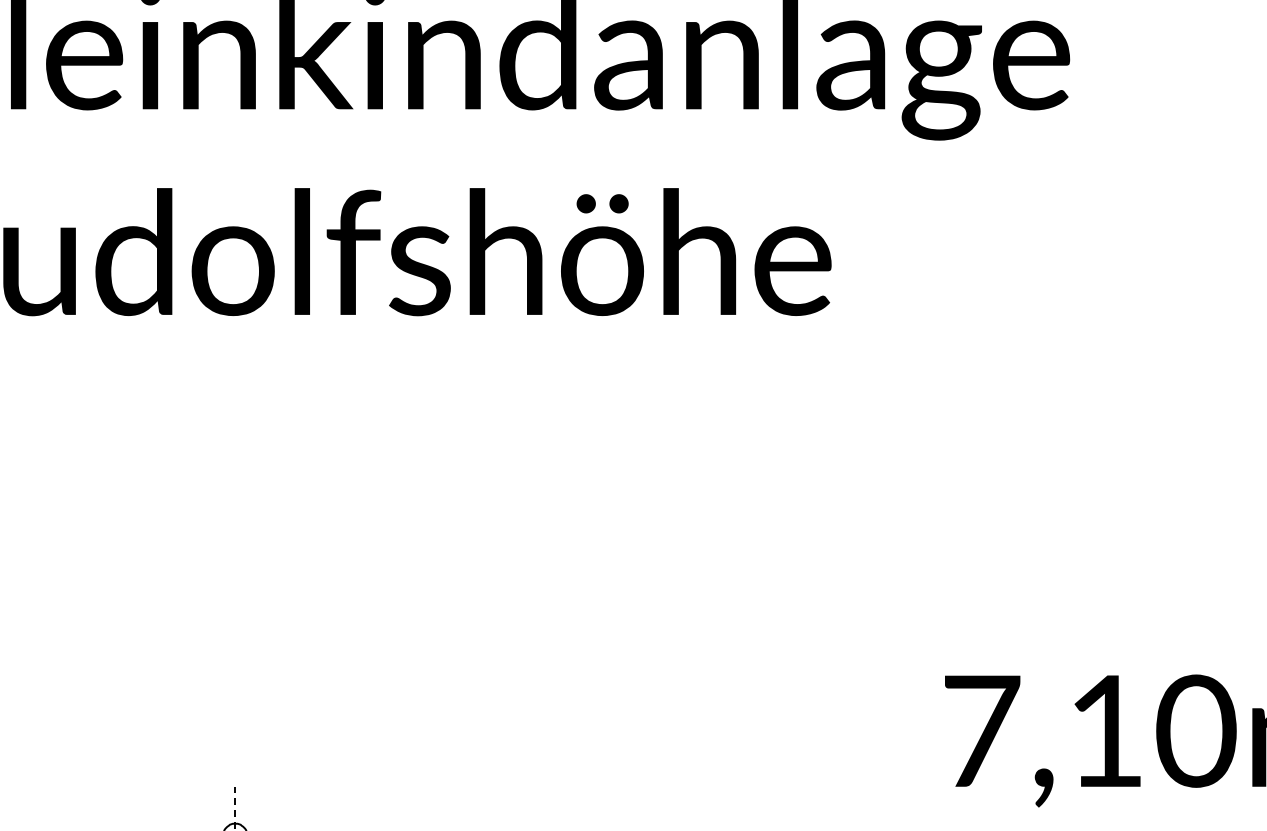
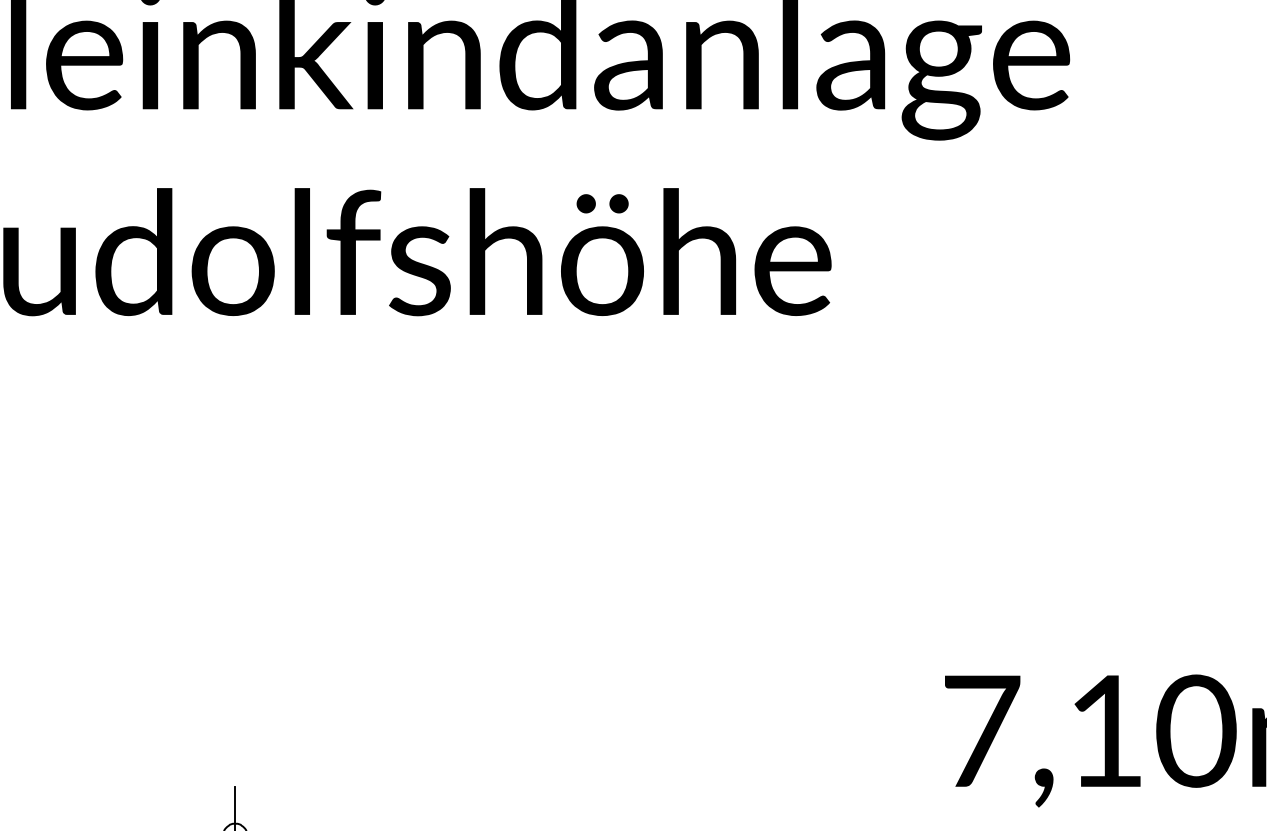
line at (235, 808): dashed -> solid
